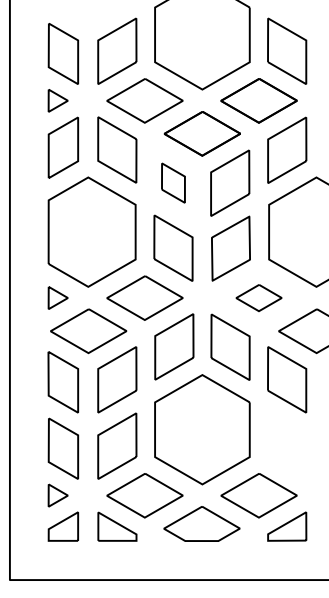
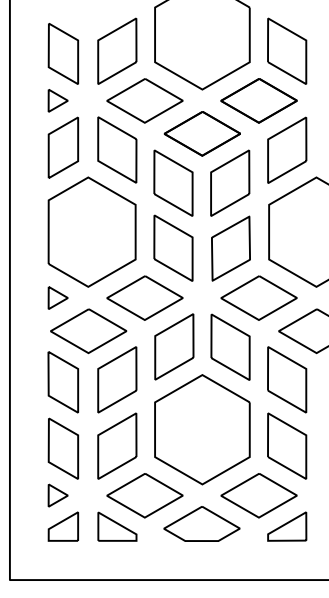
part at (173, 182) size: 25x42 px -> 41x68 px
part at (258, 297) size: 48x28 px -> 78x46 px
part at (287, 445): none -> present
